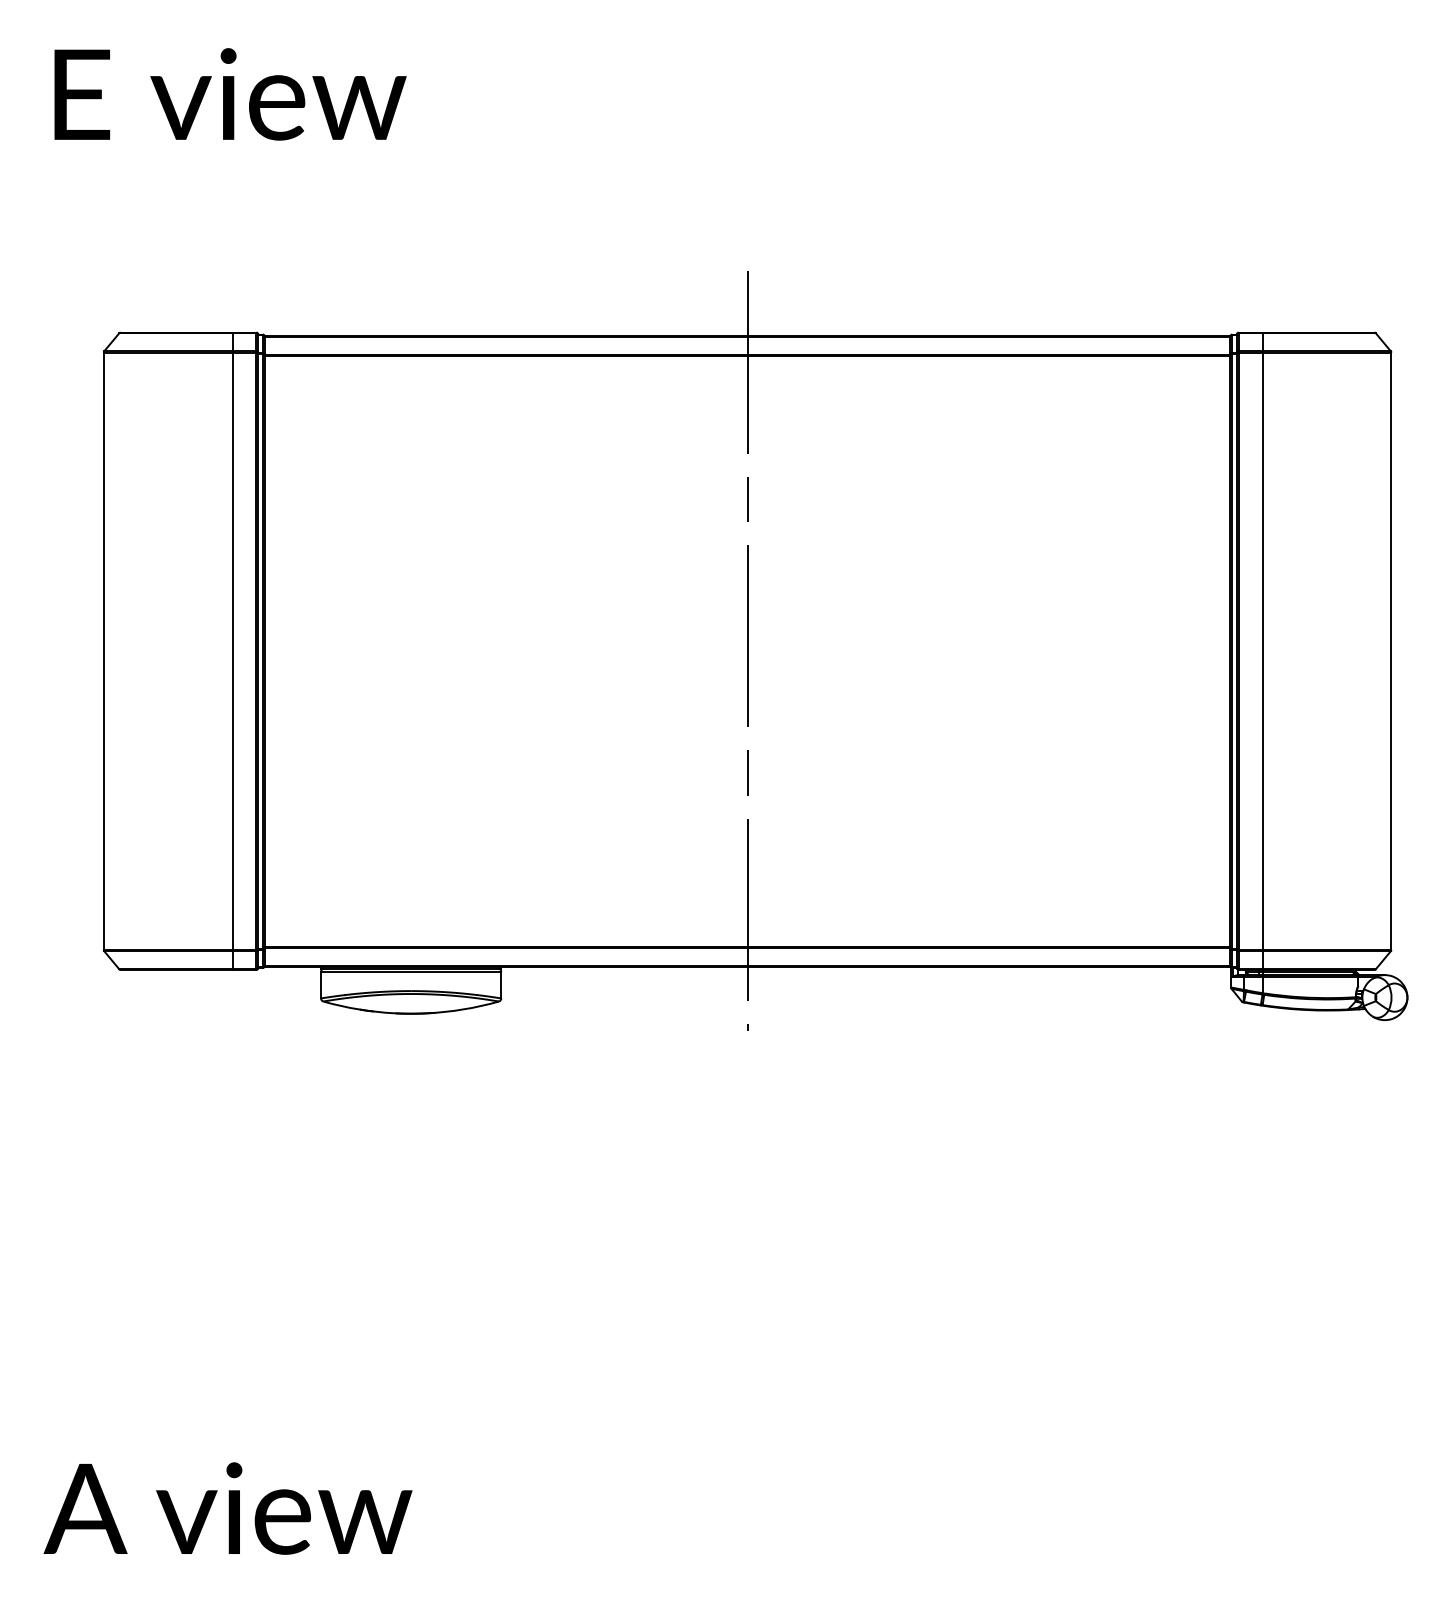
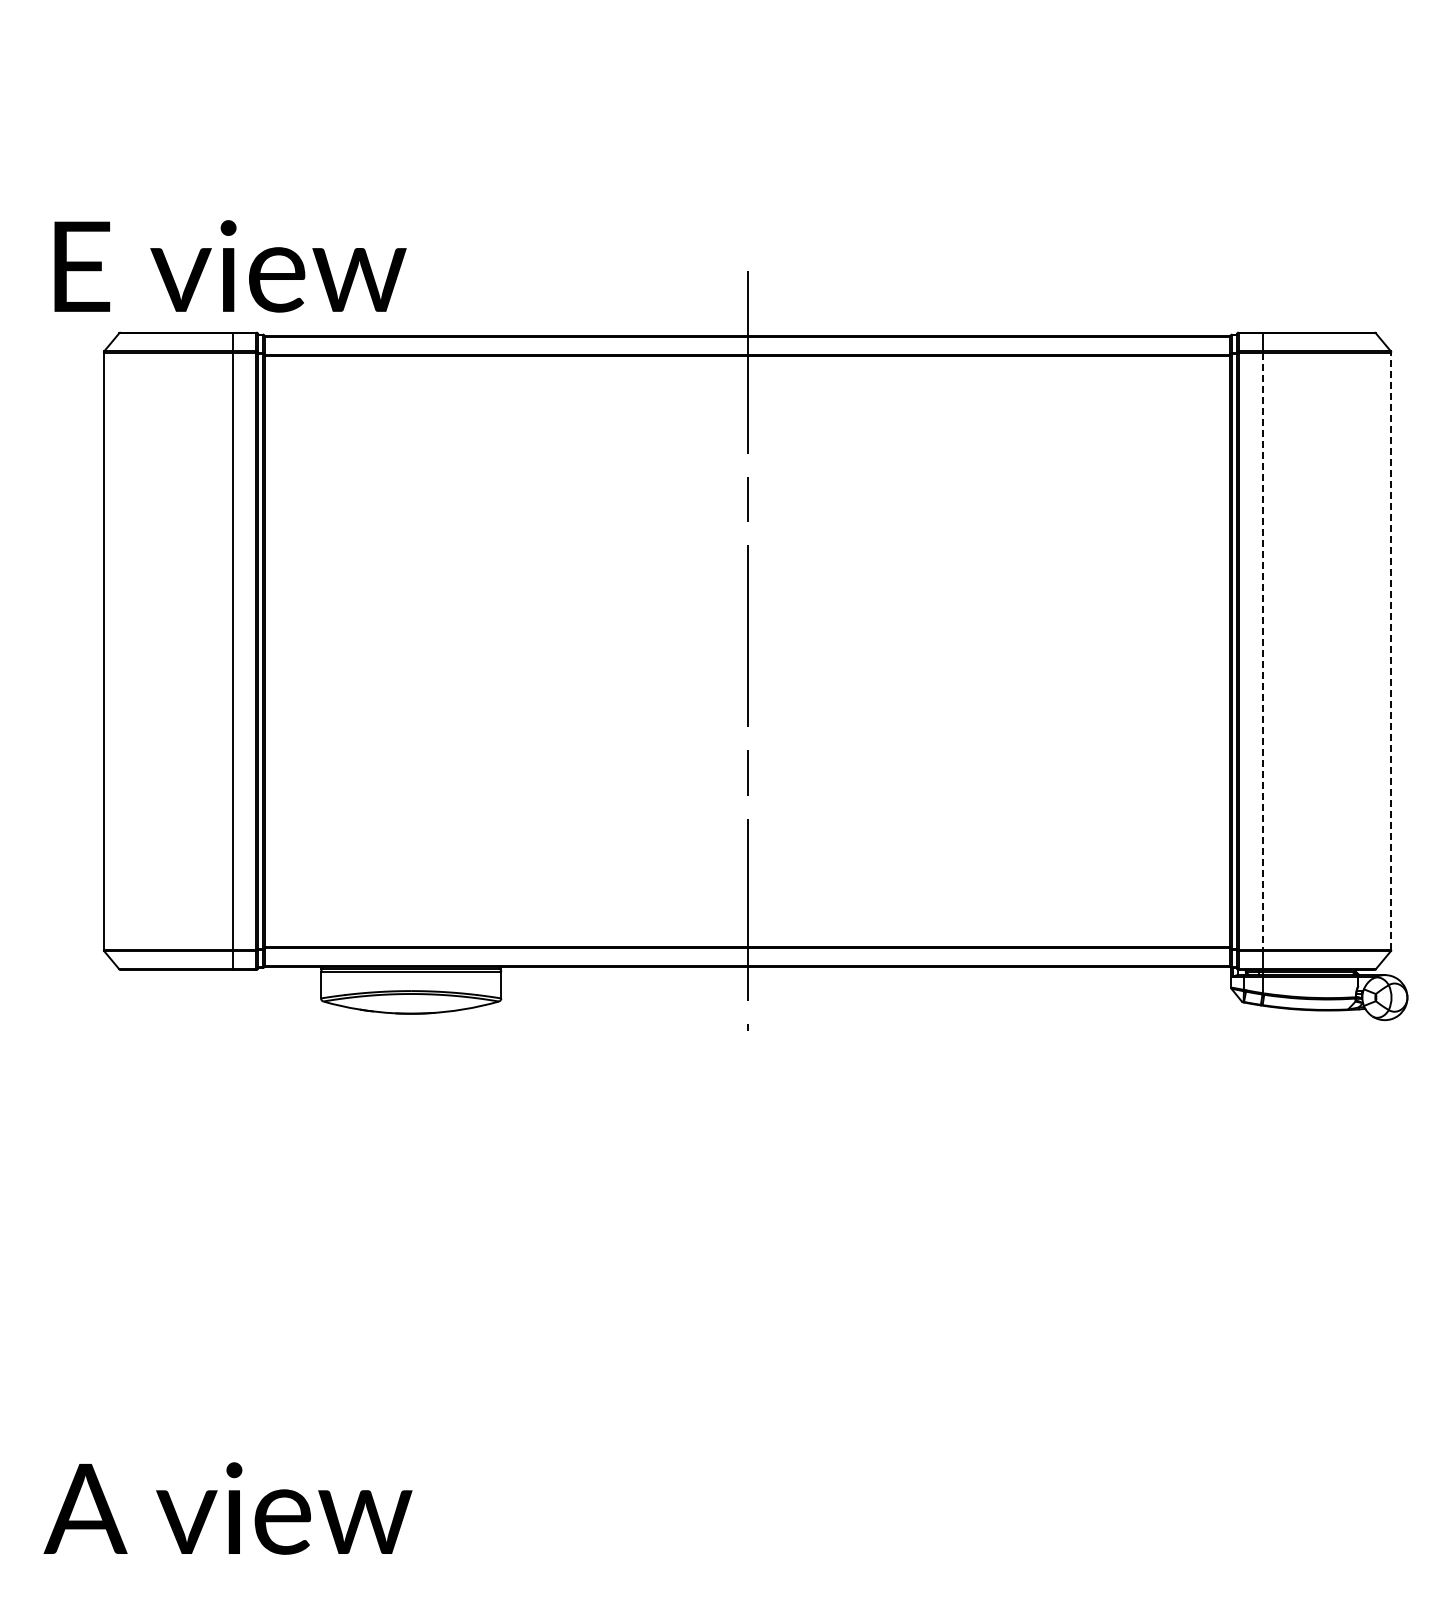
text at (230, 94) position: (230, 94) -> (230, 266)
line at (1262, 651): solid -> dashed
line at (1391, 651): solid -> dashed
